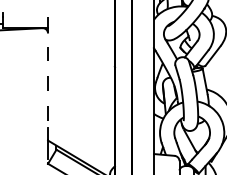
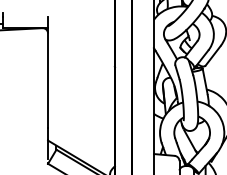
line at (48, 72): dashed -> solid
